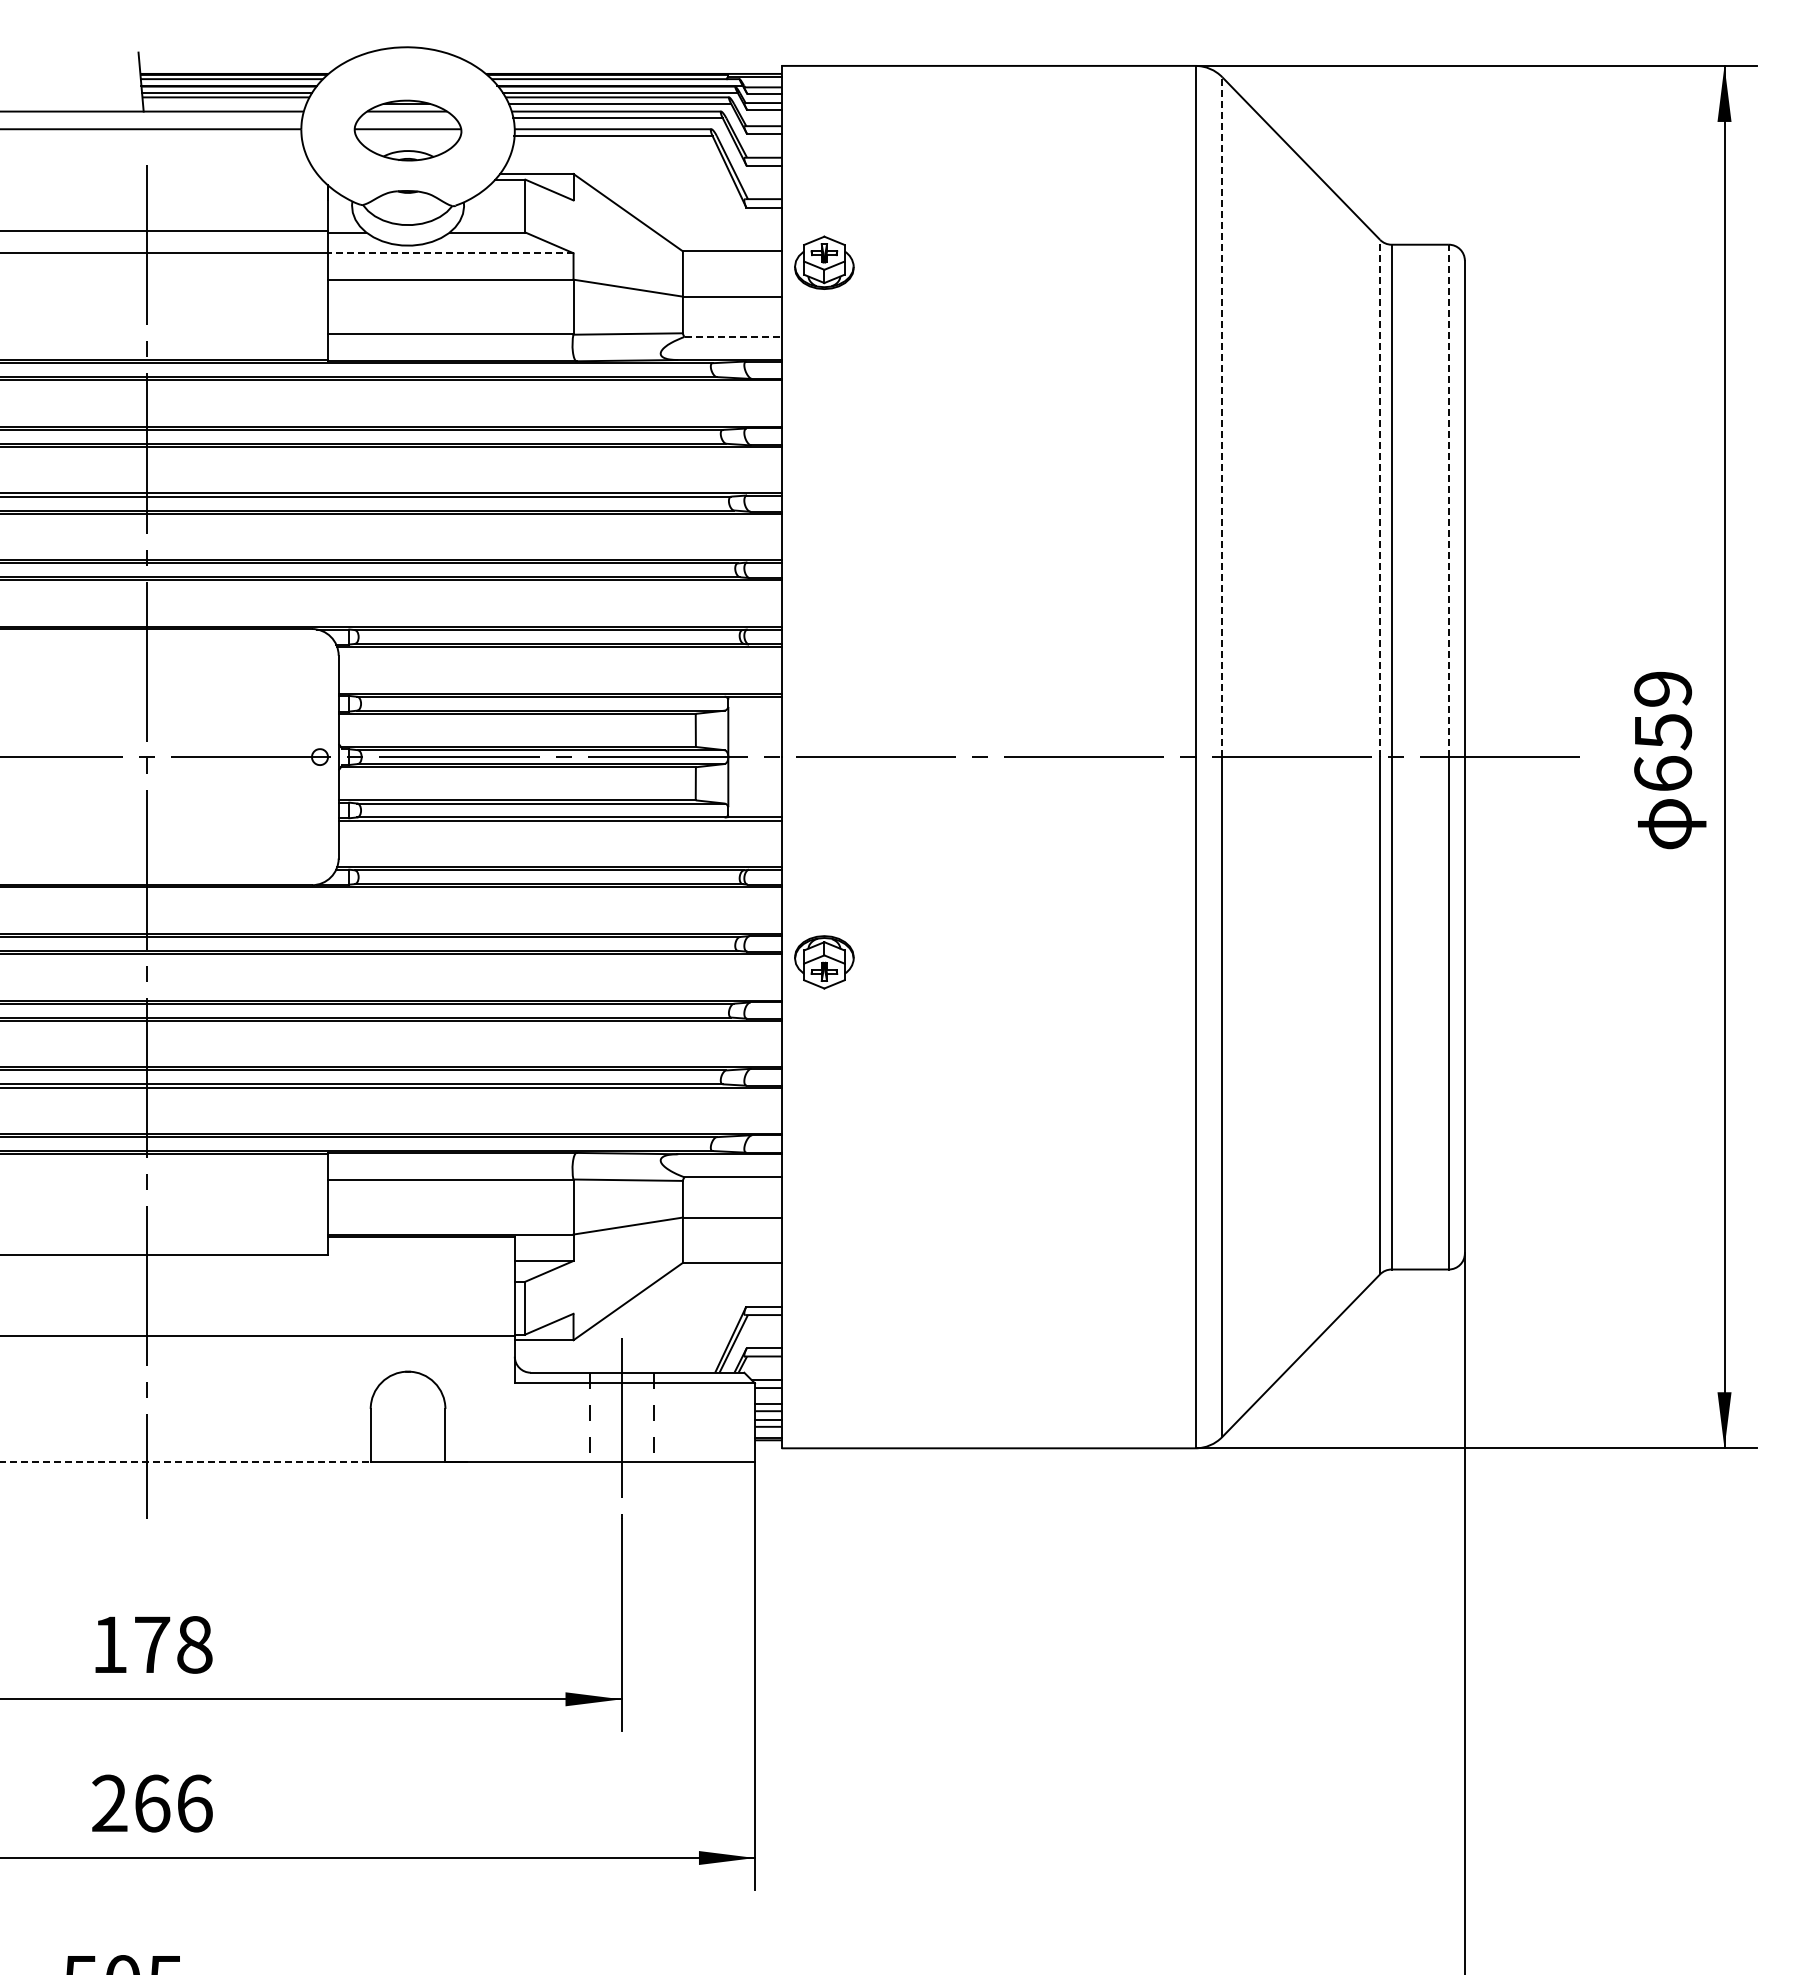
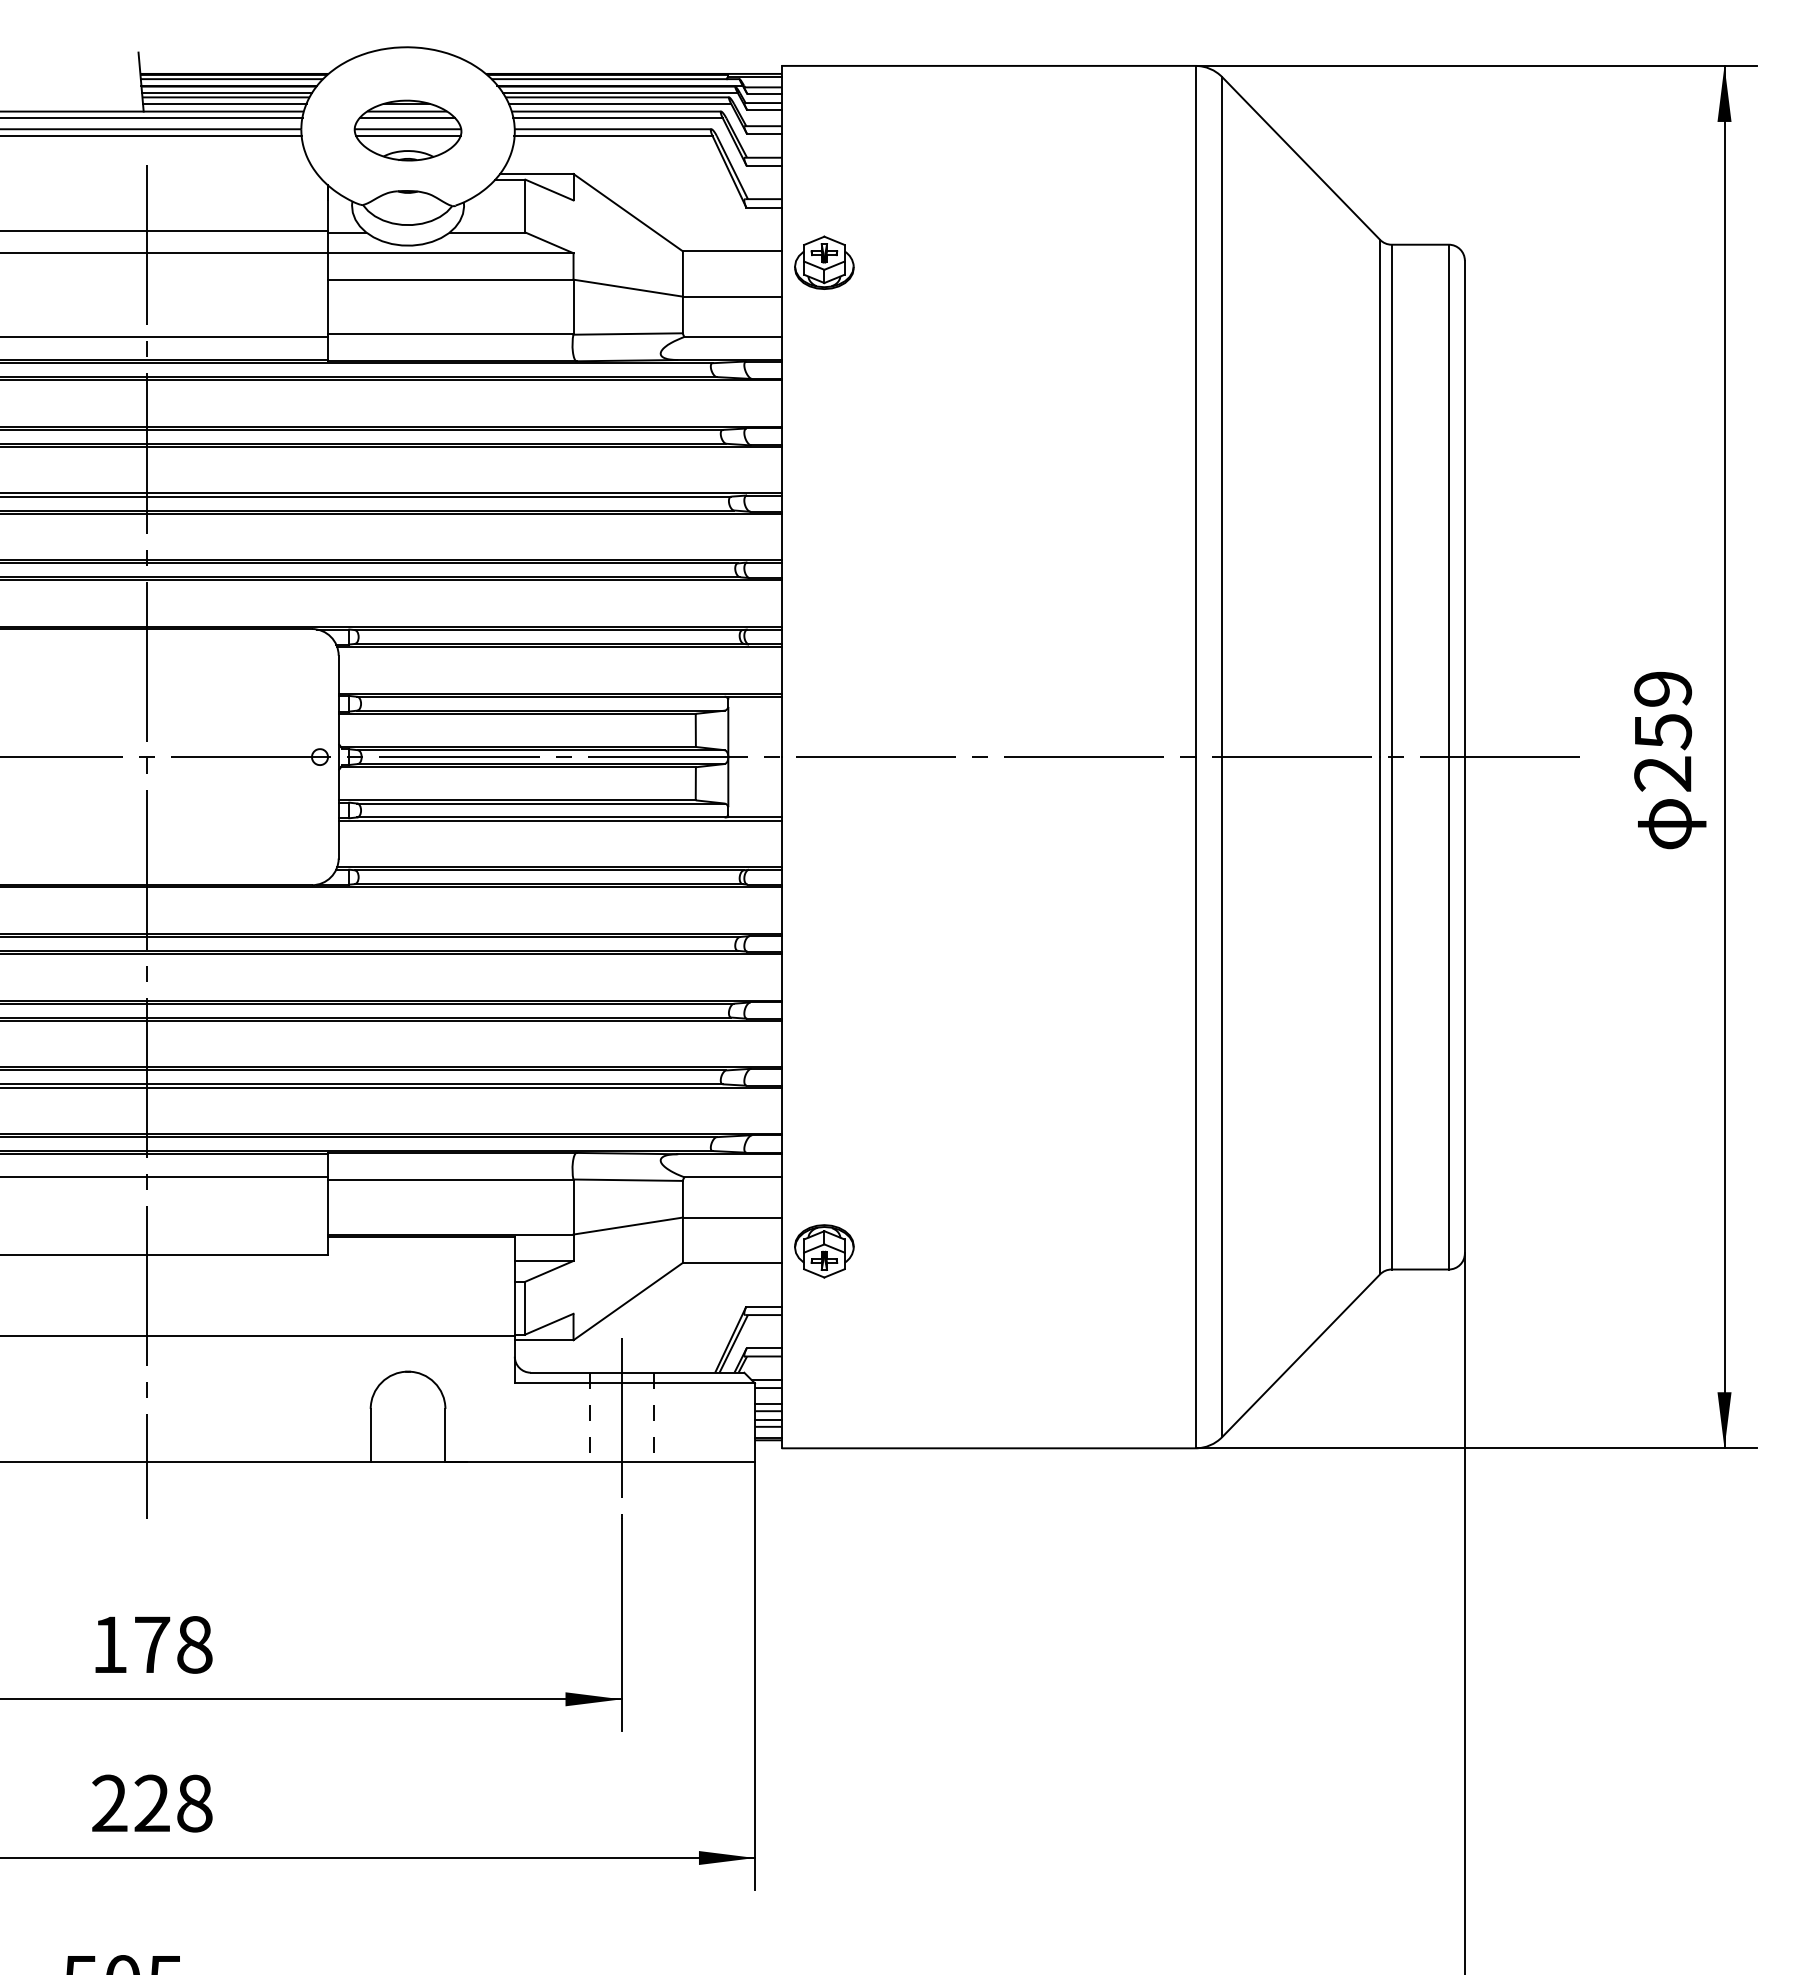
line at (224, 104): none -> present
line at (152, 118): none -> present
line at (407, 118): none -> present
line at (151, 136): none -> present
line at (408, 136): none -> present
line at (450, 253): dashed -> solid
line at (165, 336): none -> present
line at (733, 336): dashed -> solid
line at (1222, 417): dashed -> solid
line at (1380, 498): dashed -> solid
line at (1448, 500): dashed -> solid
text at (1663, 773): 659 -> 259
part at (824, 962) position: (824, 962) -> (824, 1251)
line at (165, 1177): none -> present
line at (185, 1461): dashed -> solid
text at (173, 1803): 266 -> 228
